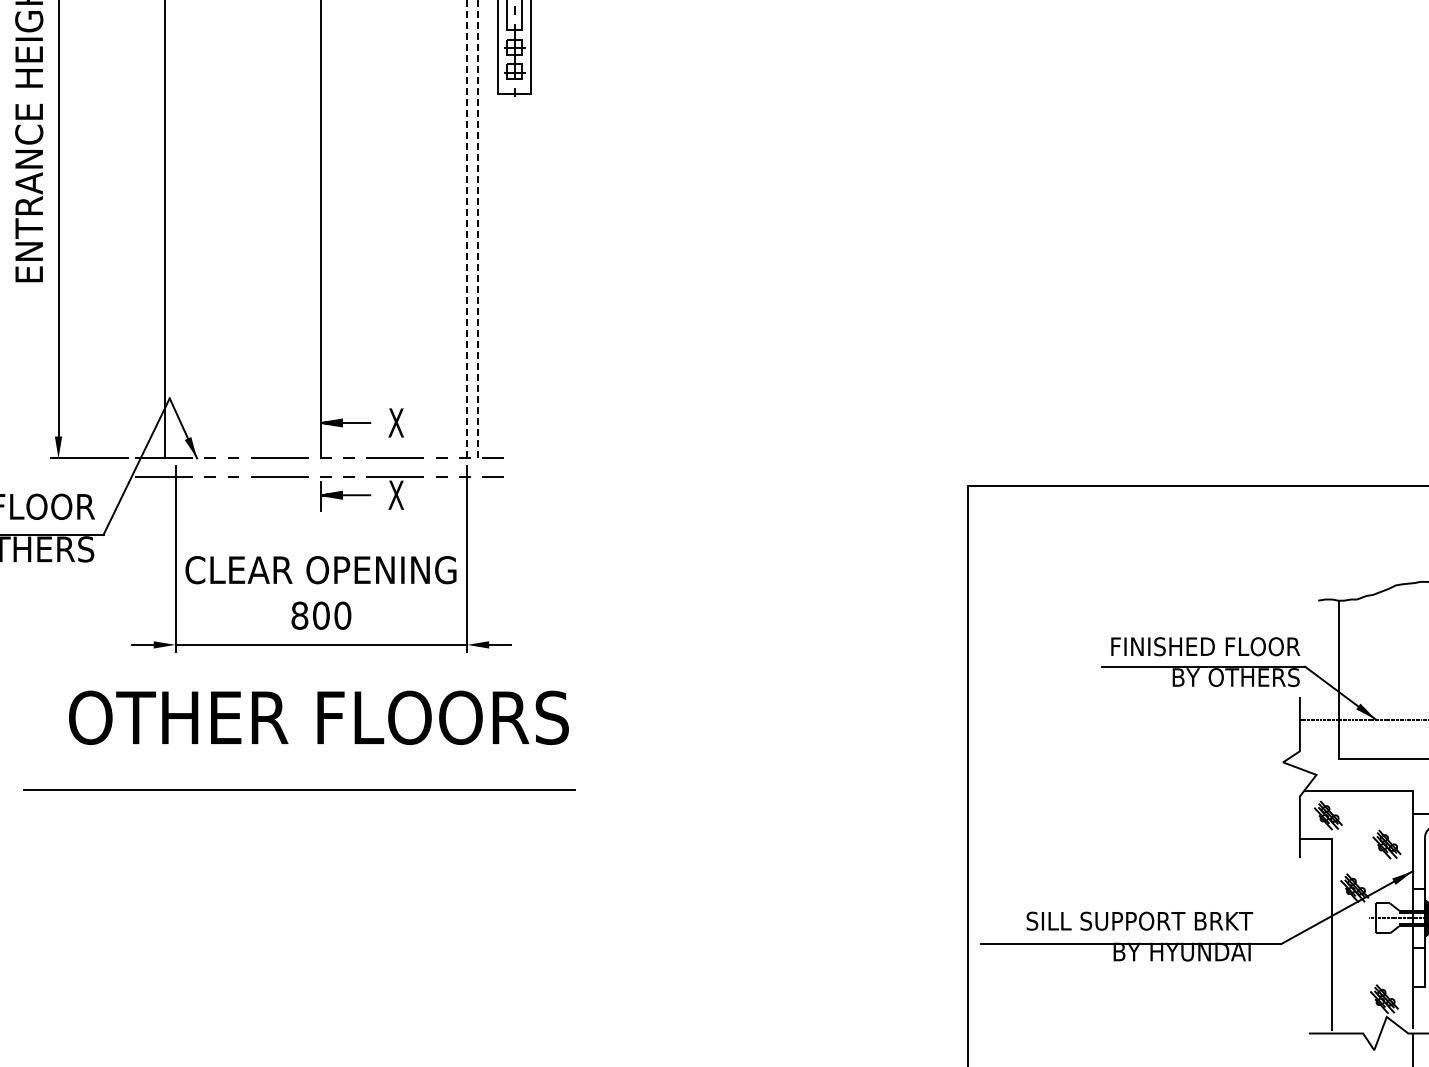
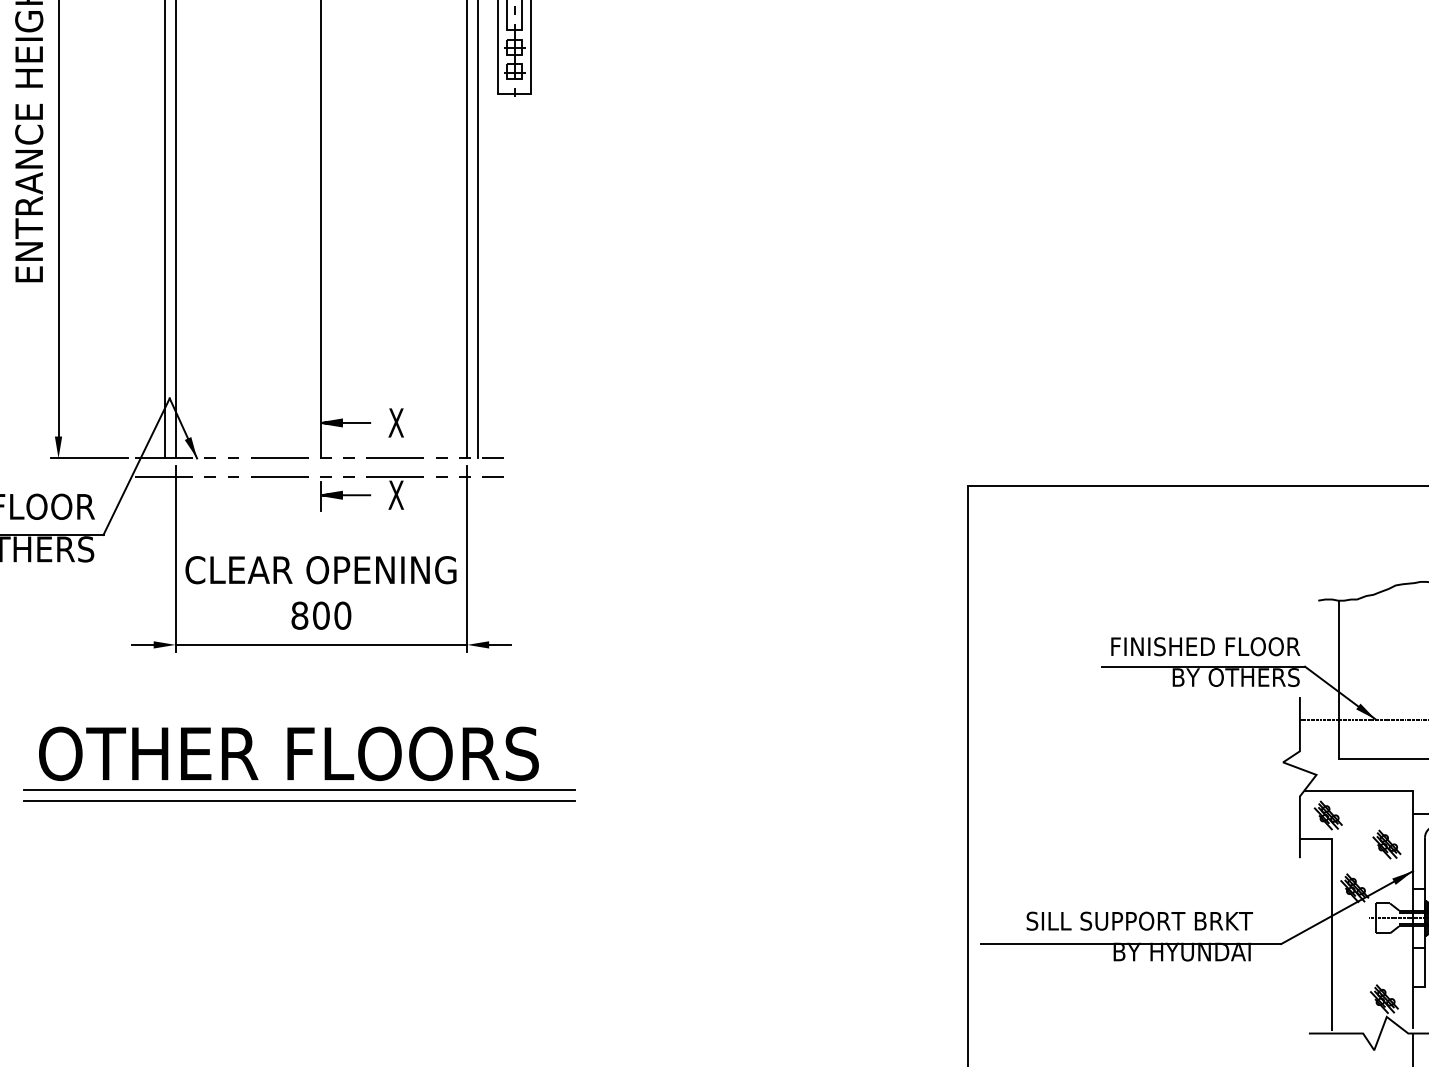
line at (467, 229): dashed -> solid
line at (478, 229): dashed -> solid
line at (175, 230): none -> present
text at (318, 717) position: (318, 717) -> (288, 753)
line at (299, 801): none -> present
